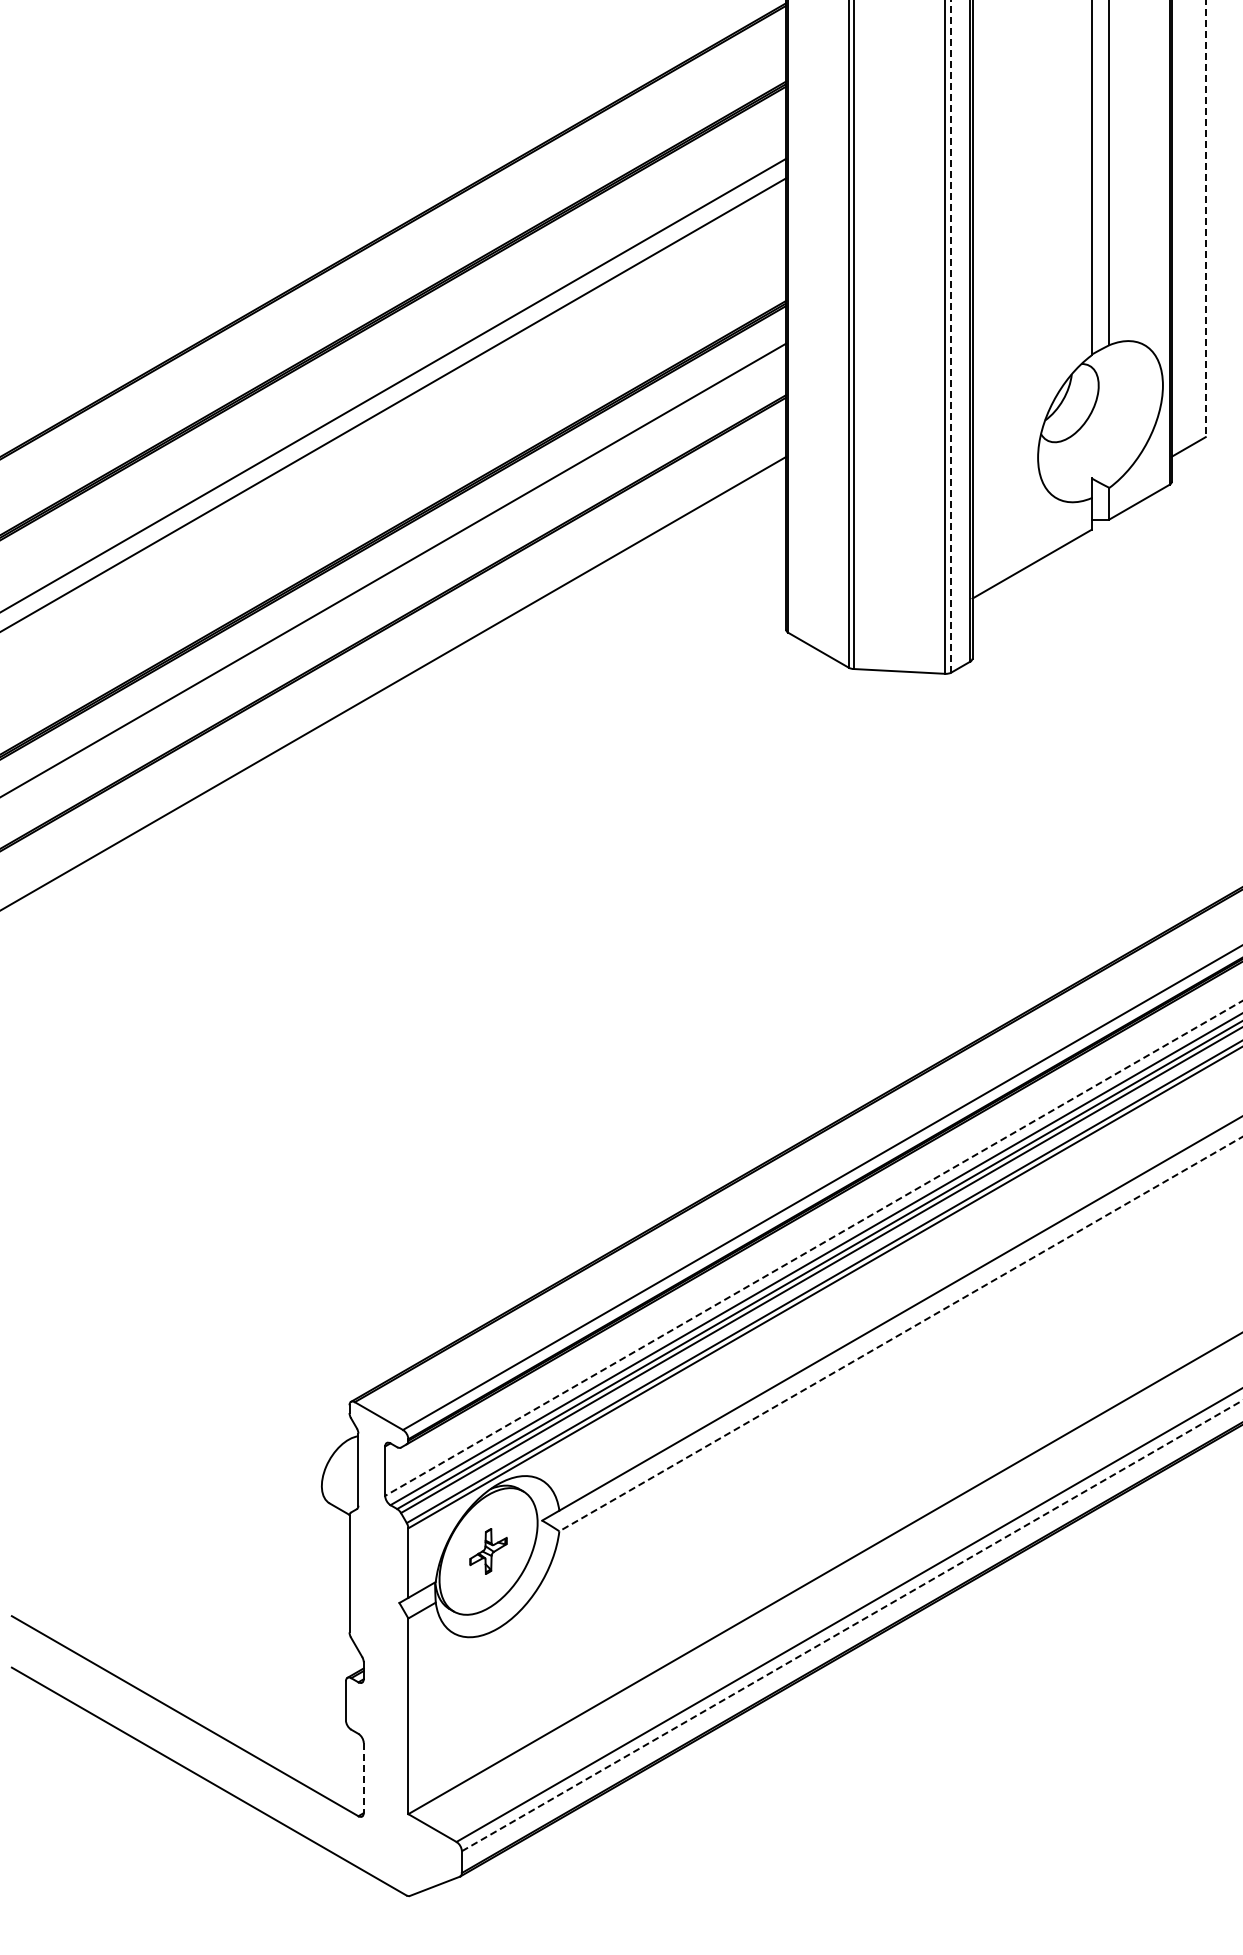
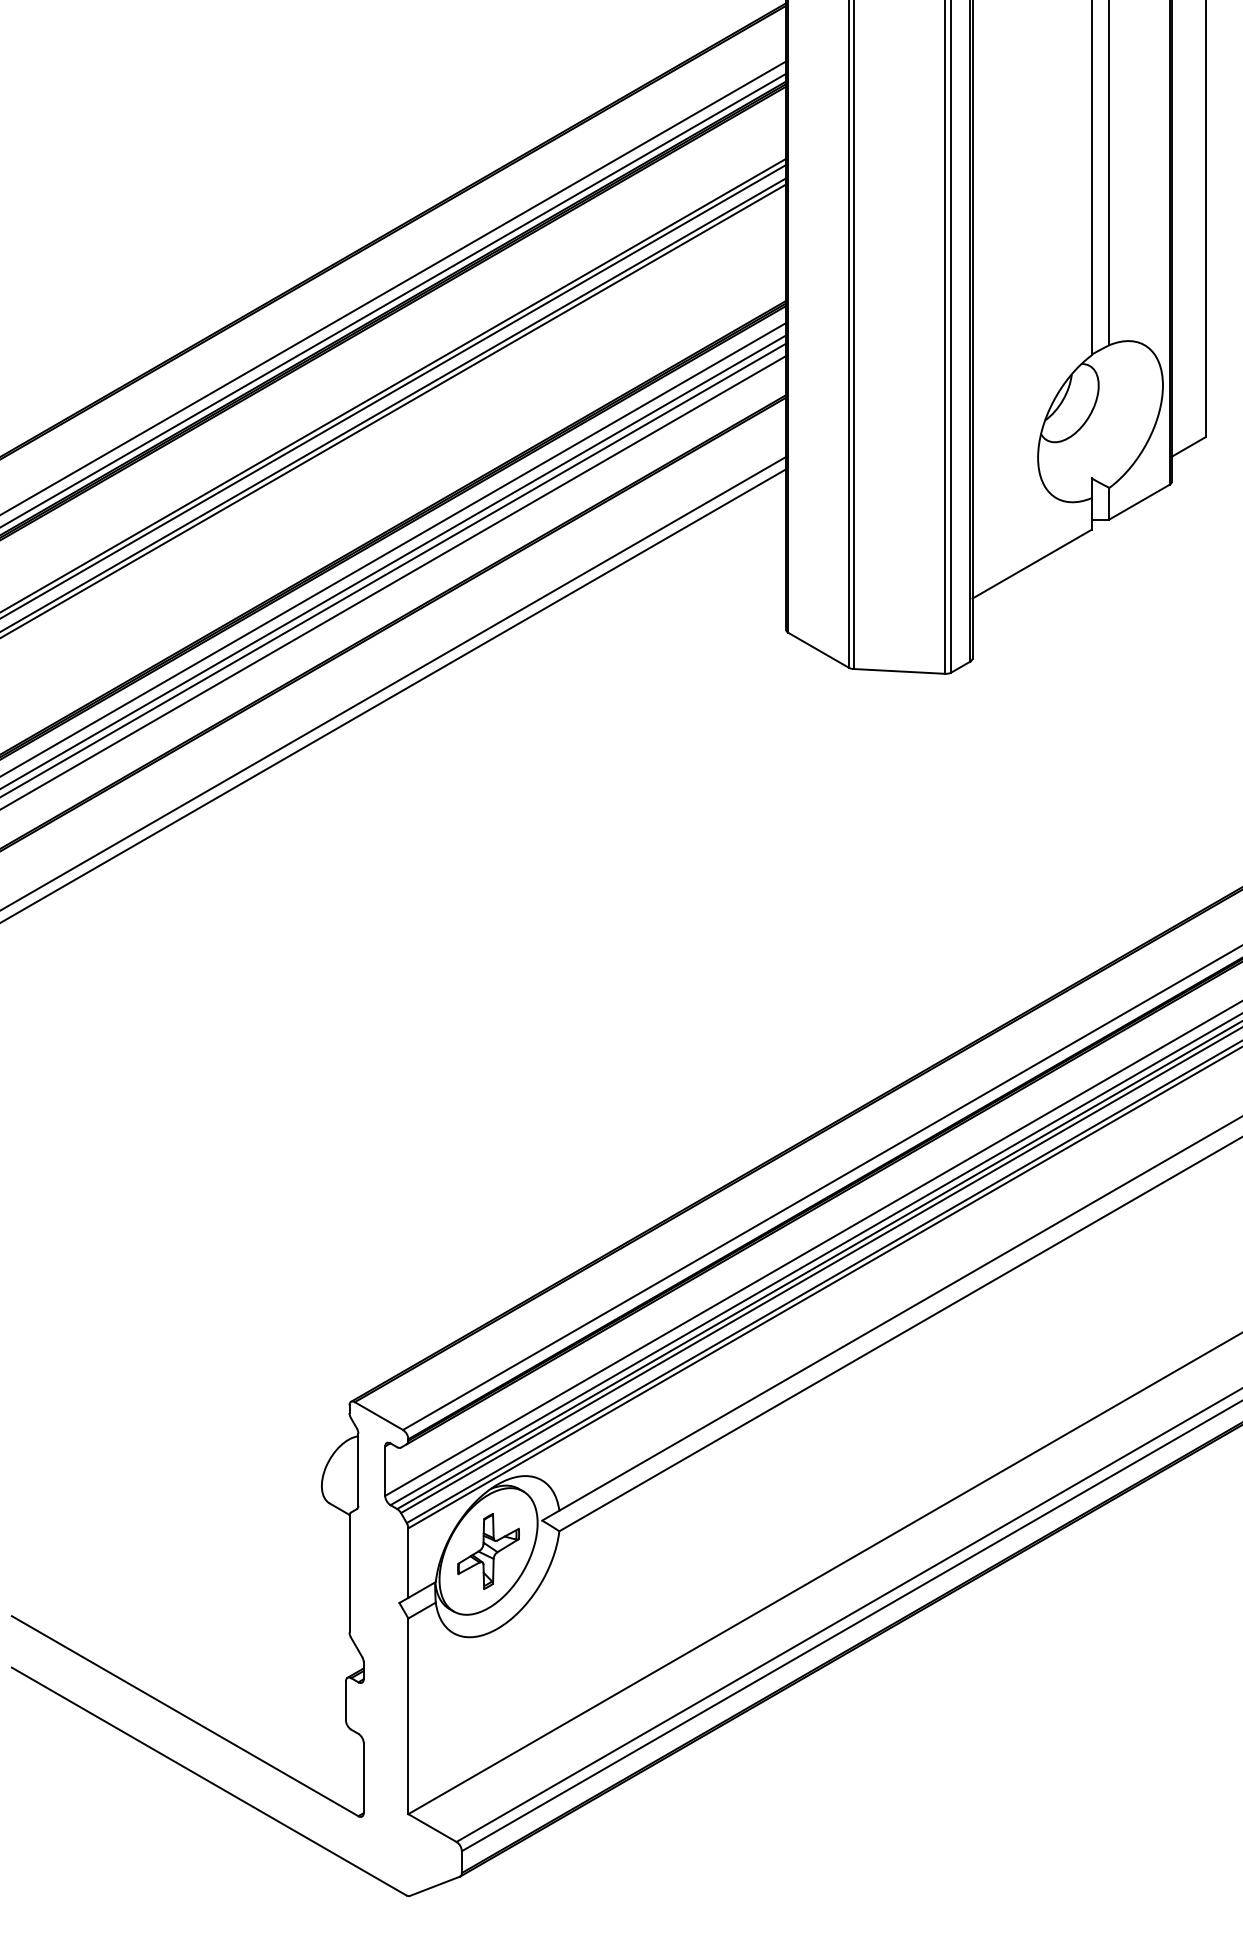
line at (1205, 219): dashed -> solid
line at (394, 287): none -> present
line at (394, 299): none -> present
line at (951, 336): dashed -> solid
line at (394, 390): none -> present
line at (394, 410): none -> present
line at (394, 549): none -> present
line at (394, 561): none -> present
line at (394, 582): none -> present
line at (394, 695): none -> present
line at (813, 1248): dashed -> solid
line at (900, 1334): dashed -> solid
part at (488, 1551) size: 39x47 px -> 63x77 px
line at (852, 1625): dashed -> solid
line at (363, 1778): dashed -> solid
